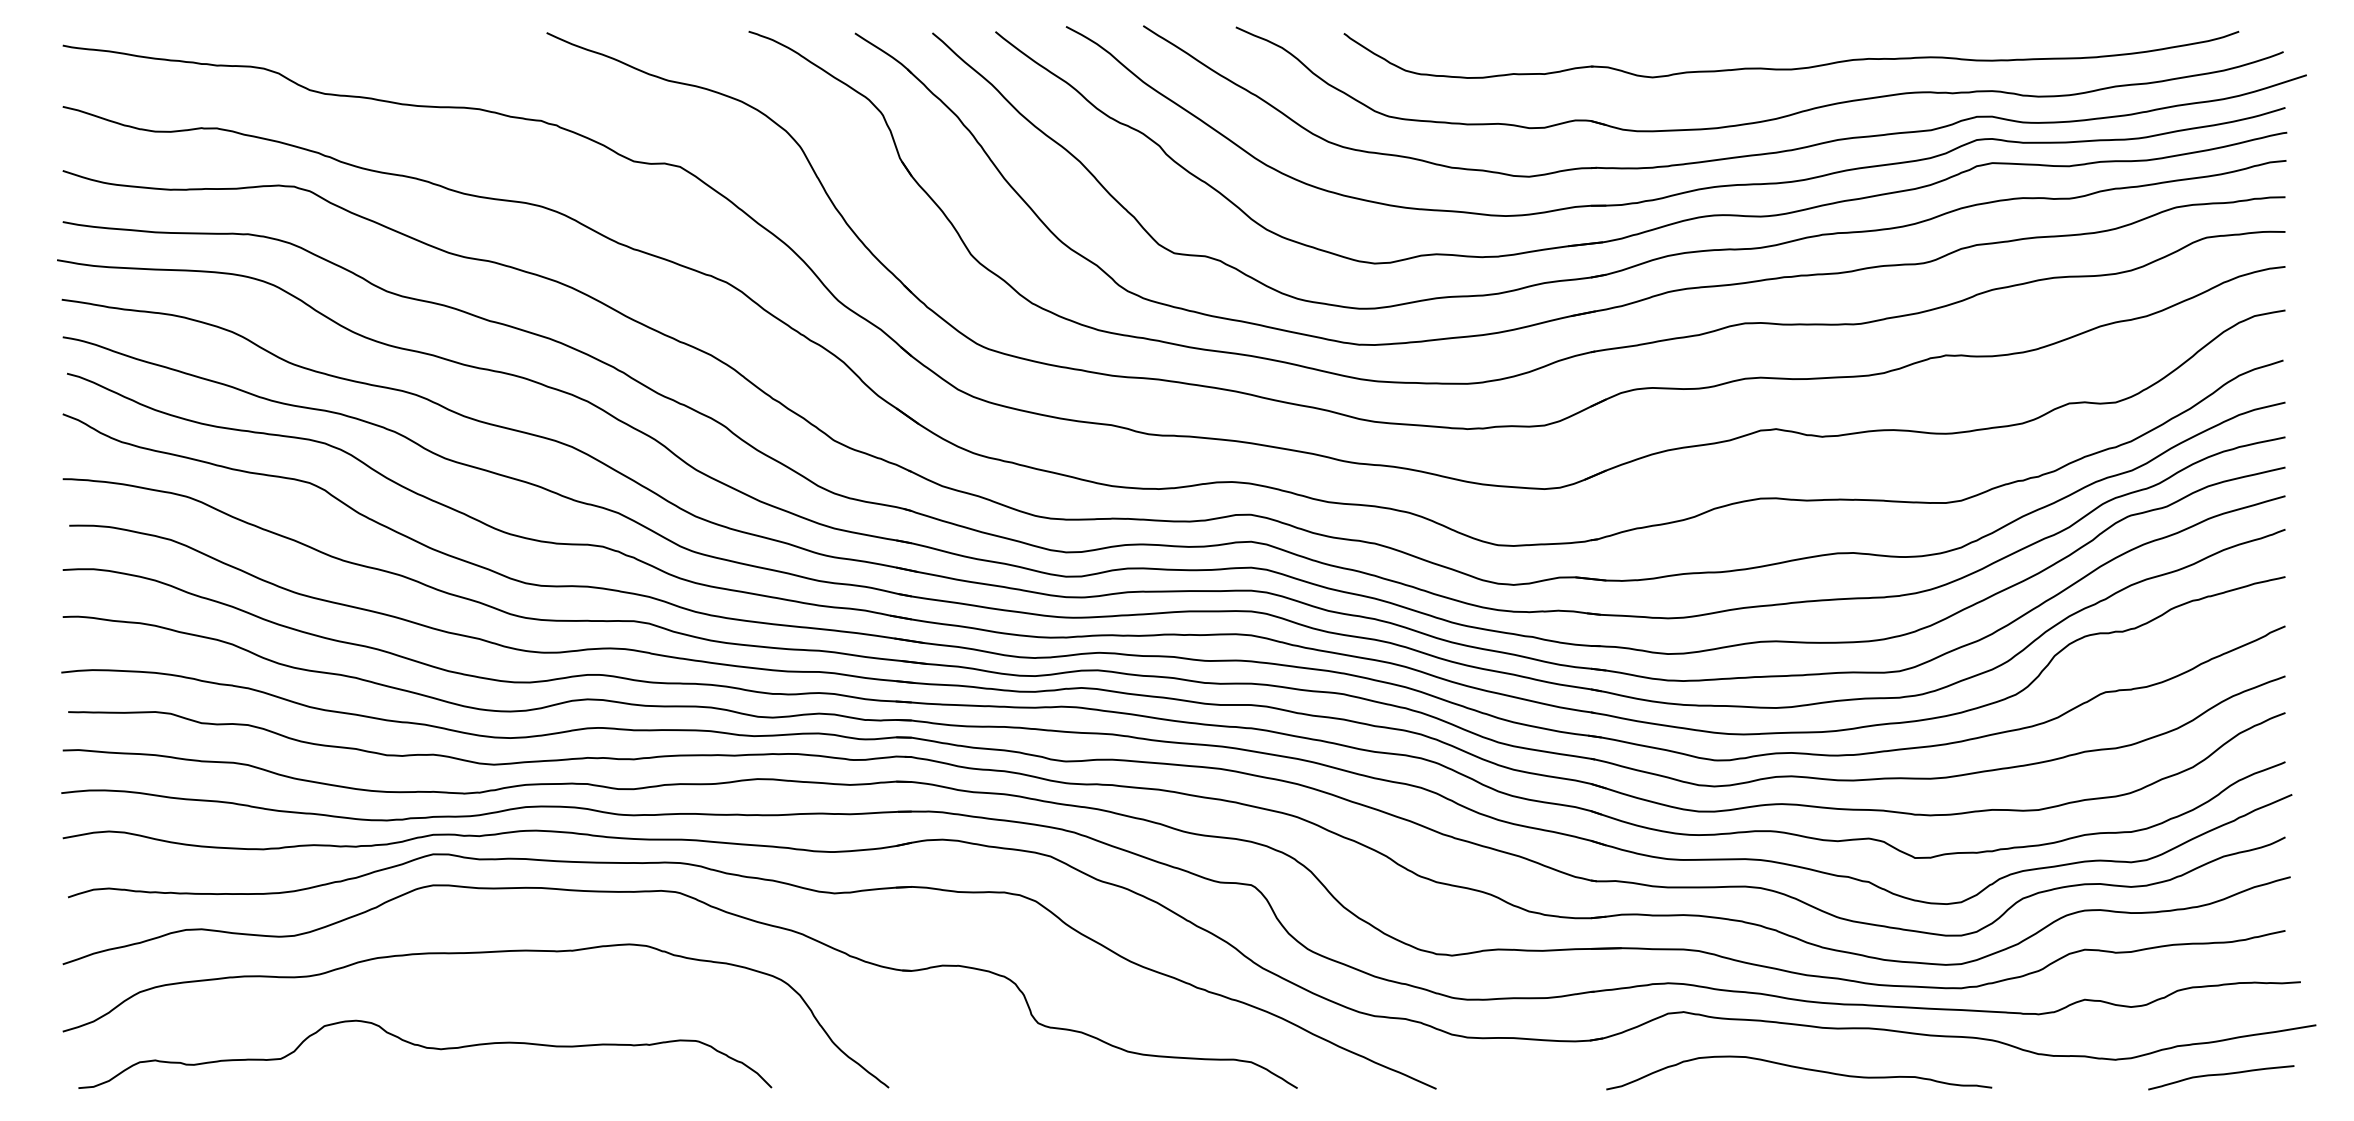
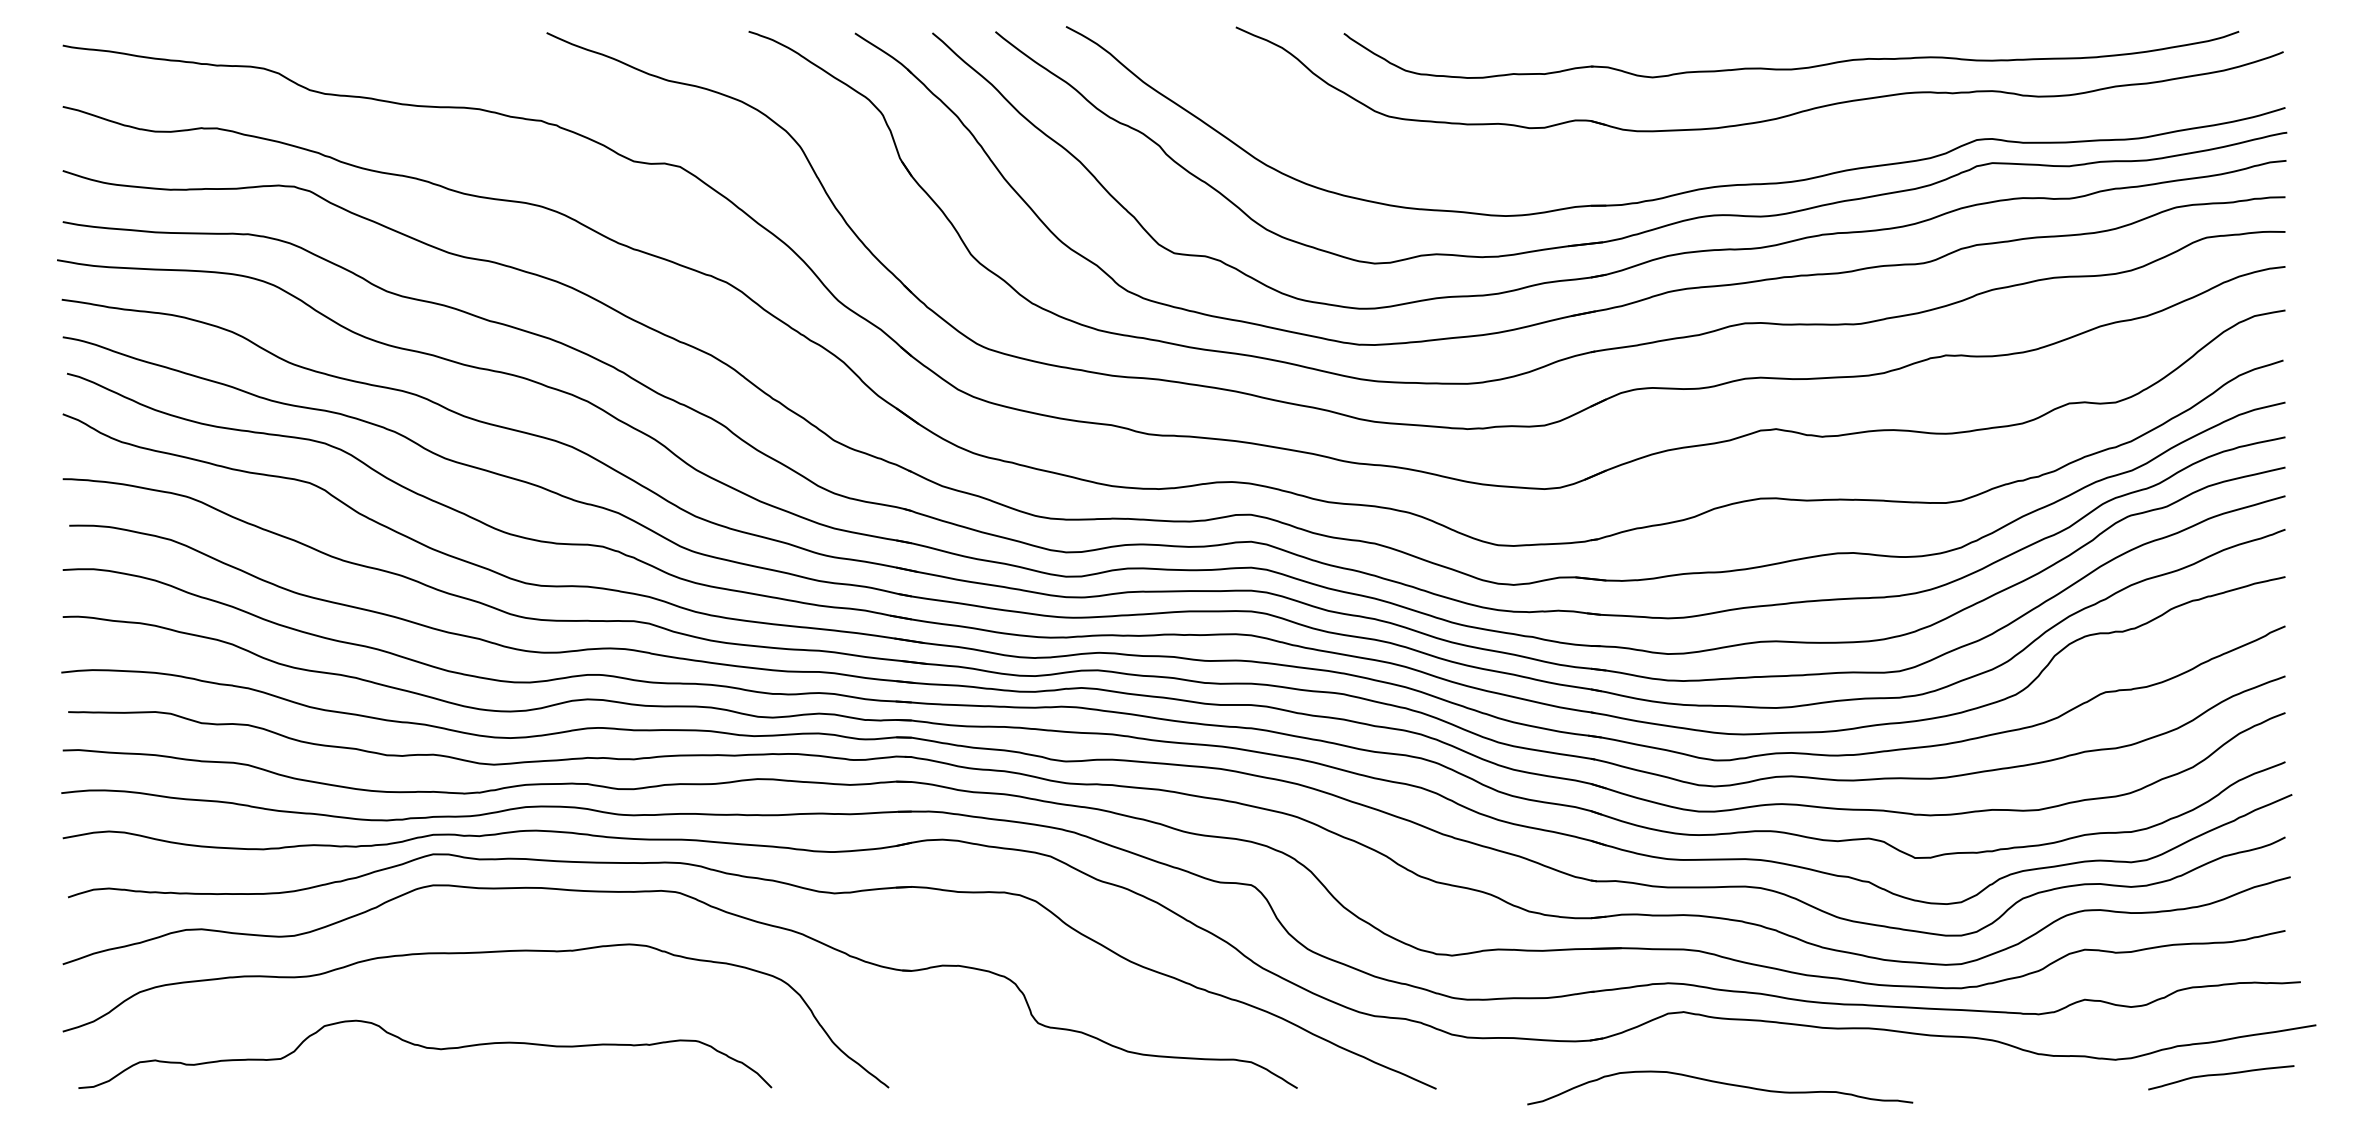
part at (1733, 156): present -> none
curve at (1801, 1069) position: (1801, 1069) -> (1722, 1084)
